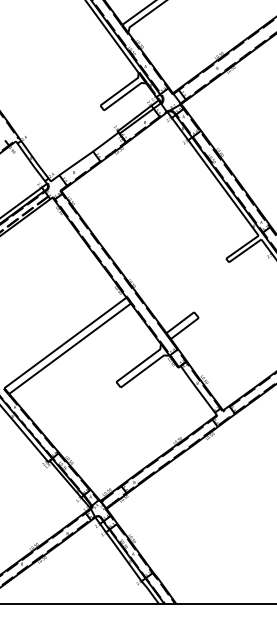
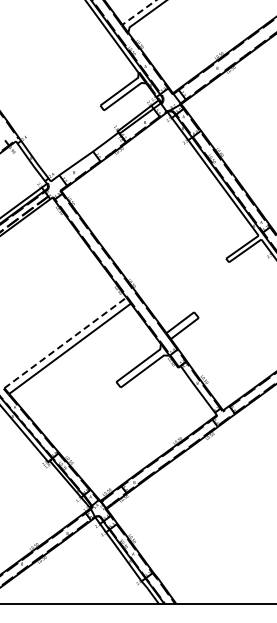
line at (139, 12): solid -> dashed
line at (65, 342): solid -> dashed
